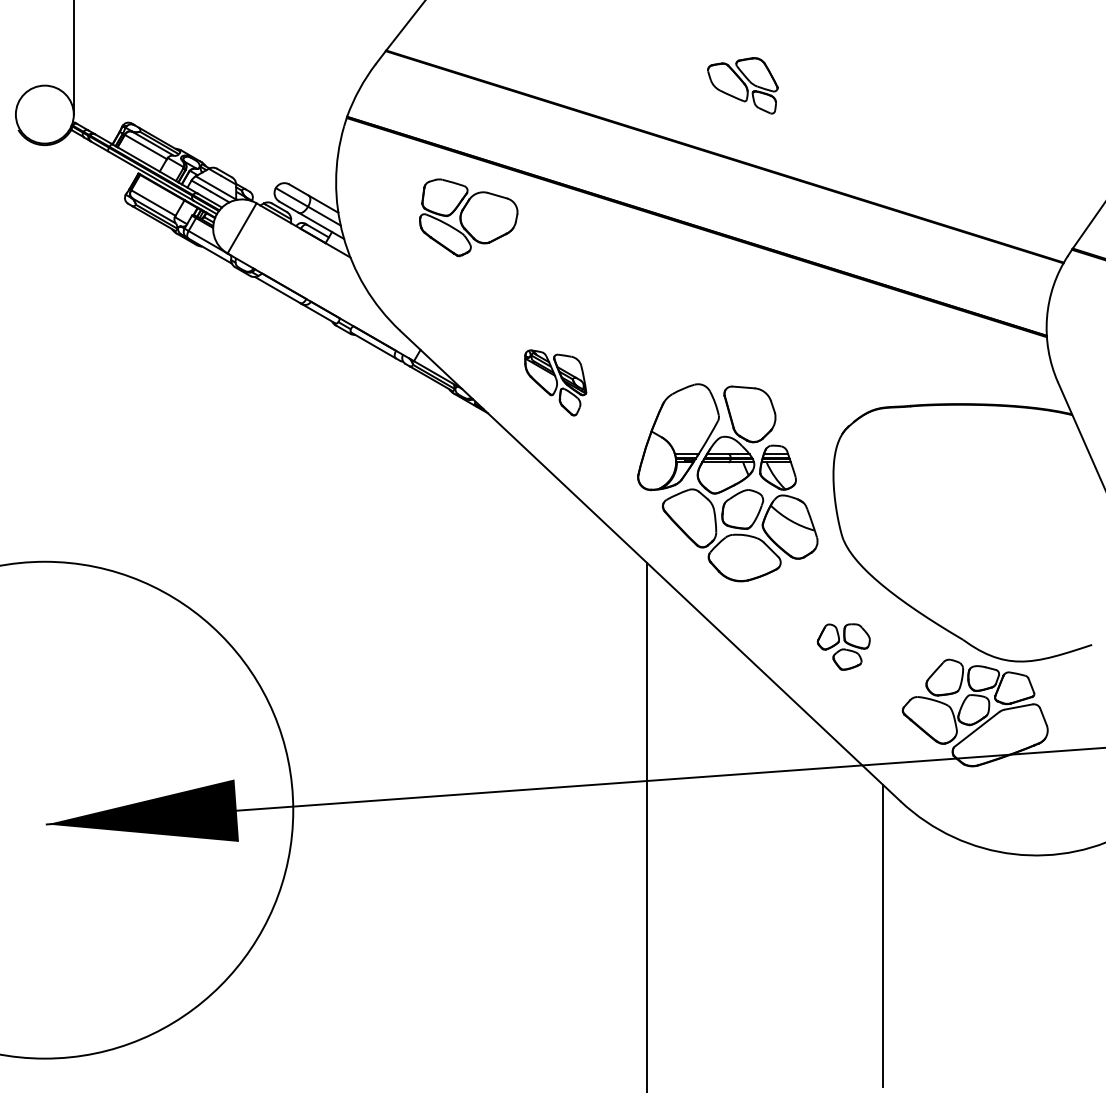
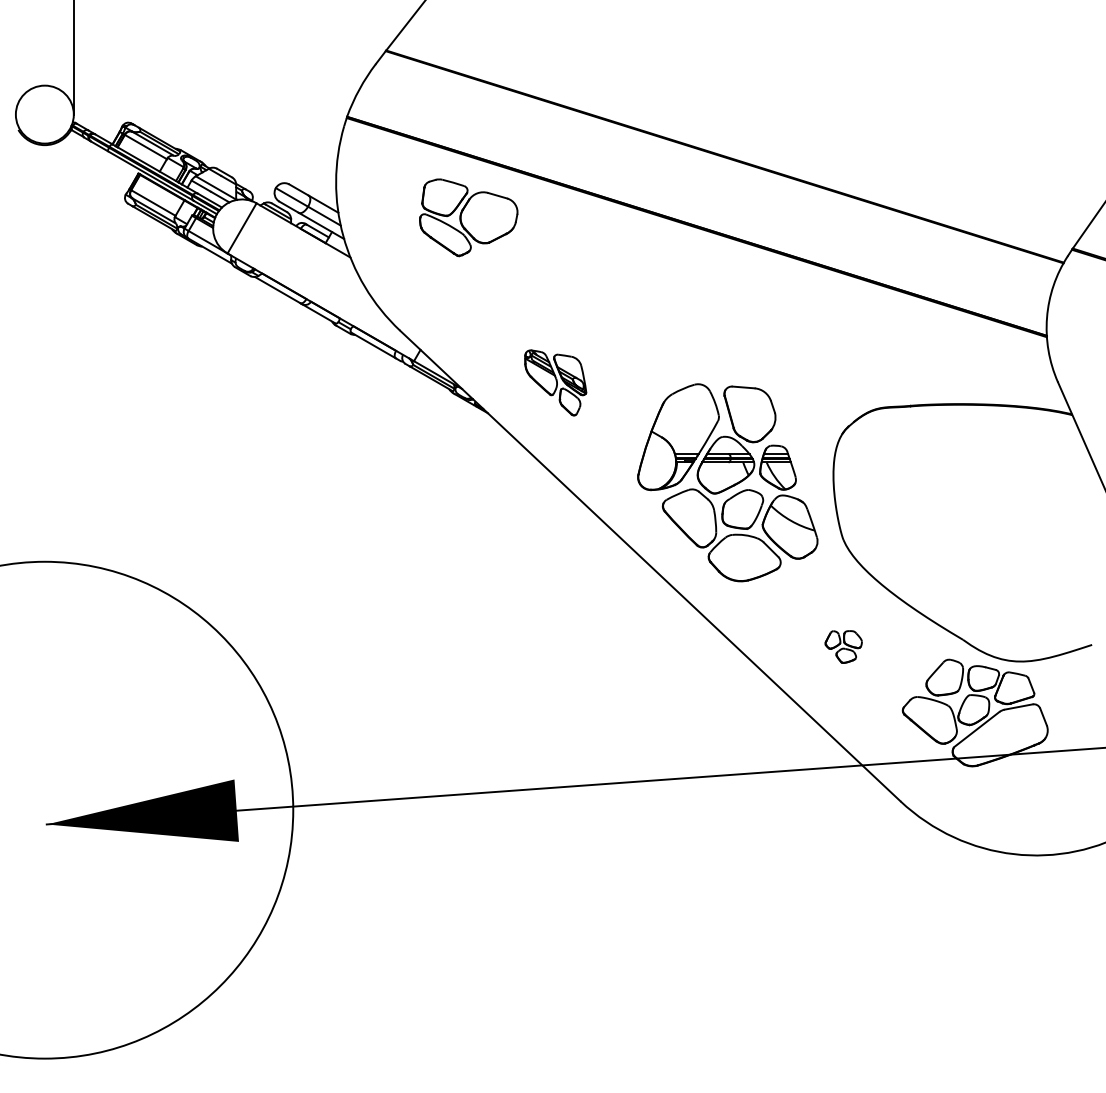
part at (742, 85): present -> none
part at (843, 646) size: 55x48 px -> 39x34 px
line at (647, 826): present -> none
line at (883, 935): present -> none
